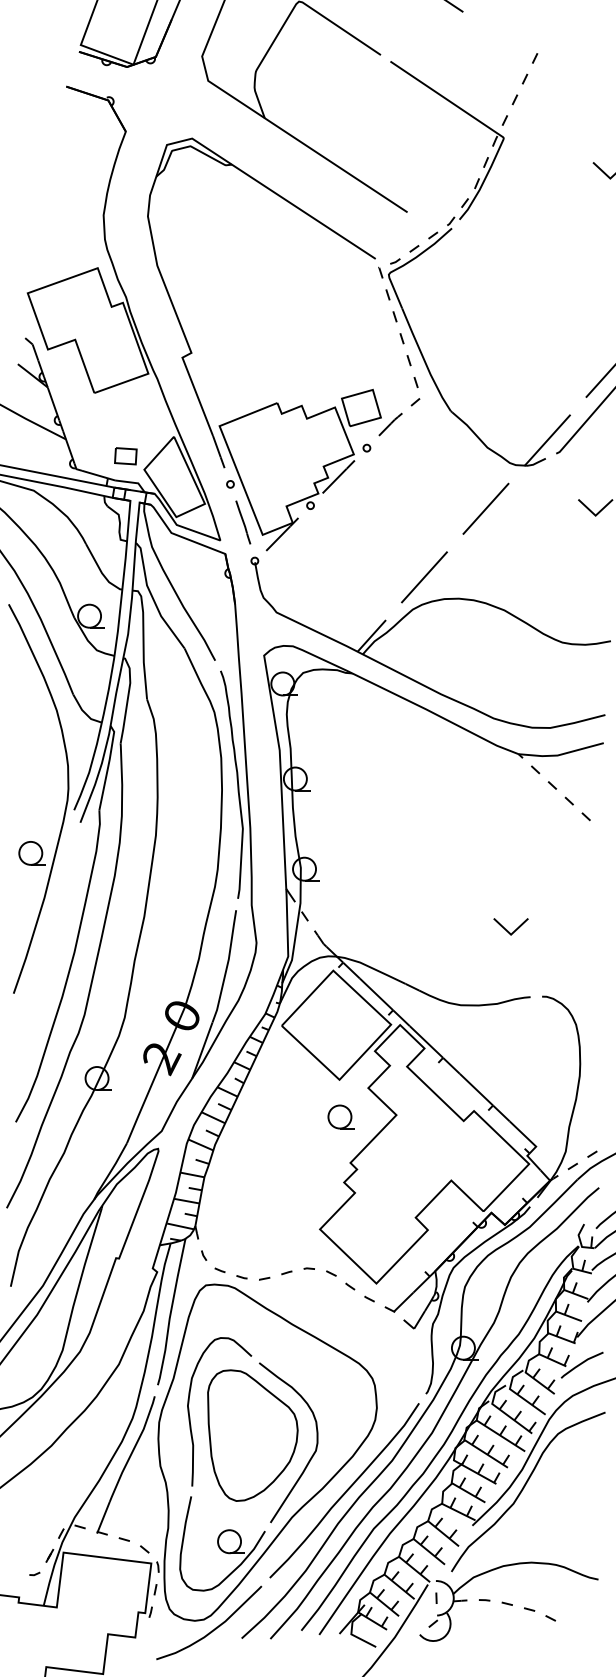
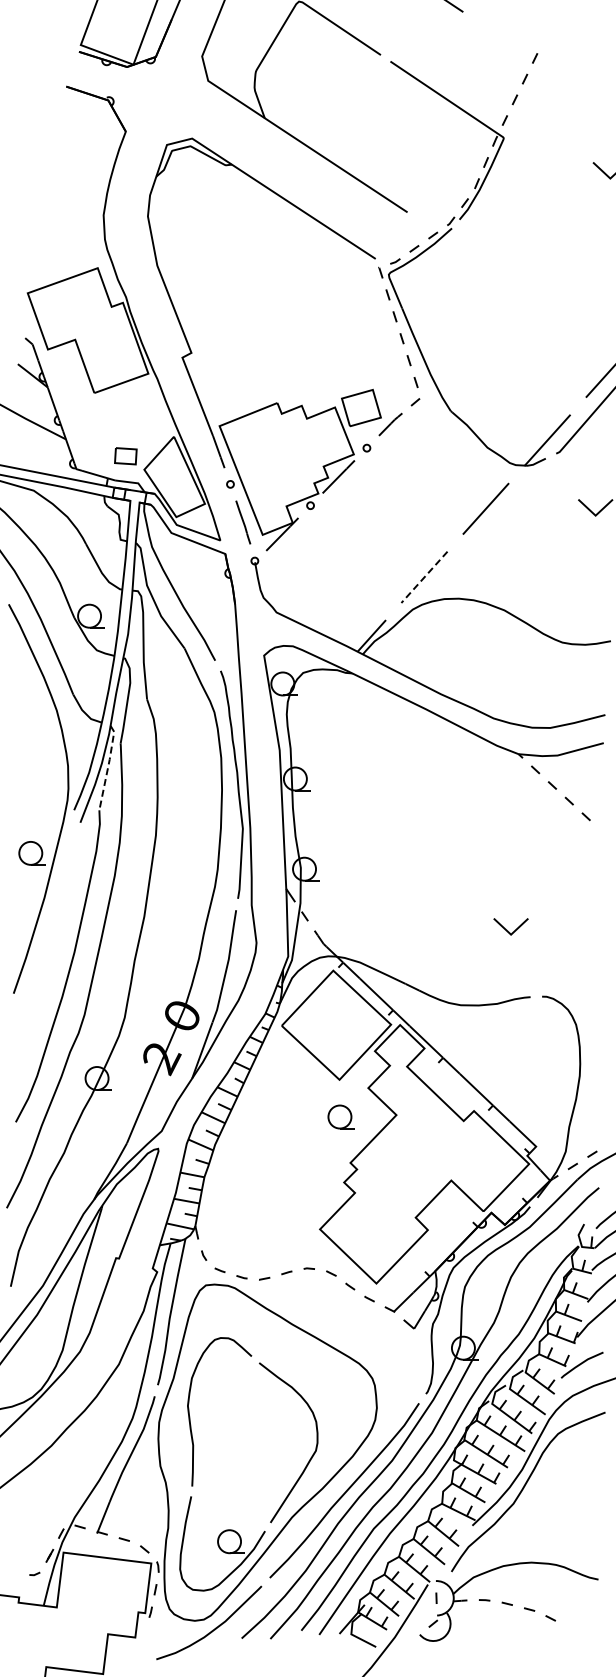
line at (424, 577): solid -> dashed
line at (108, 766): solid -> dashed
part at (252, 1435): present -> none
